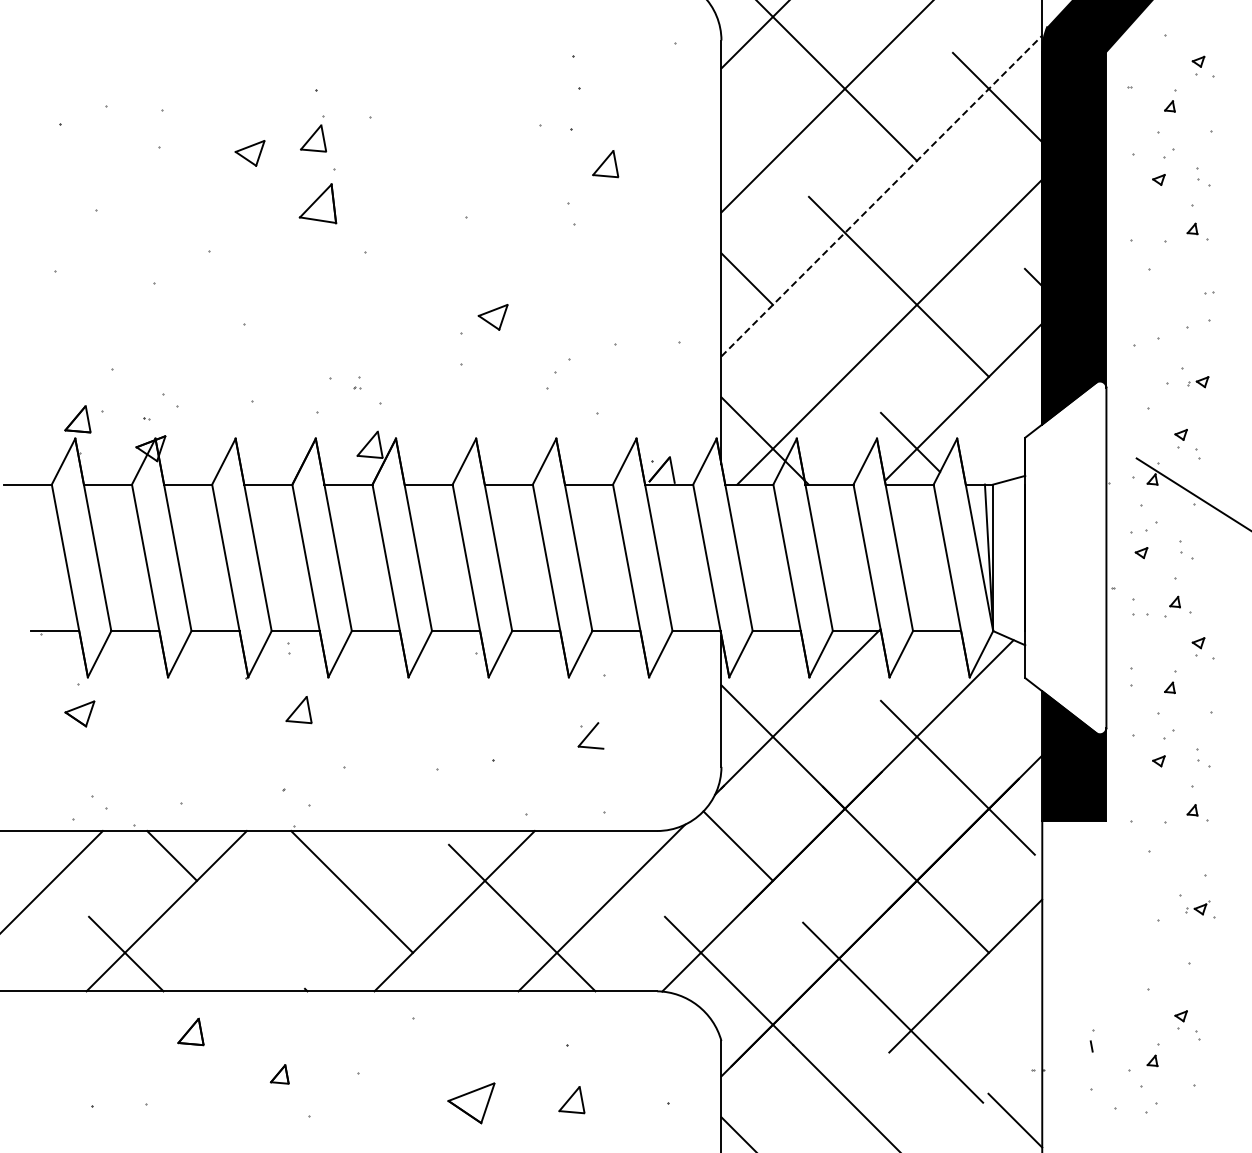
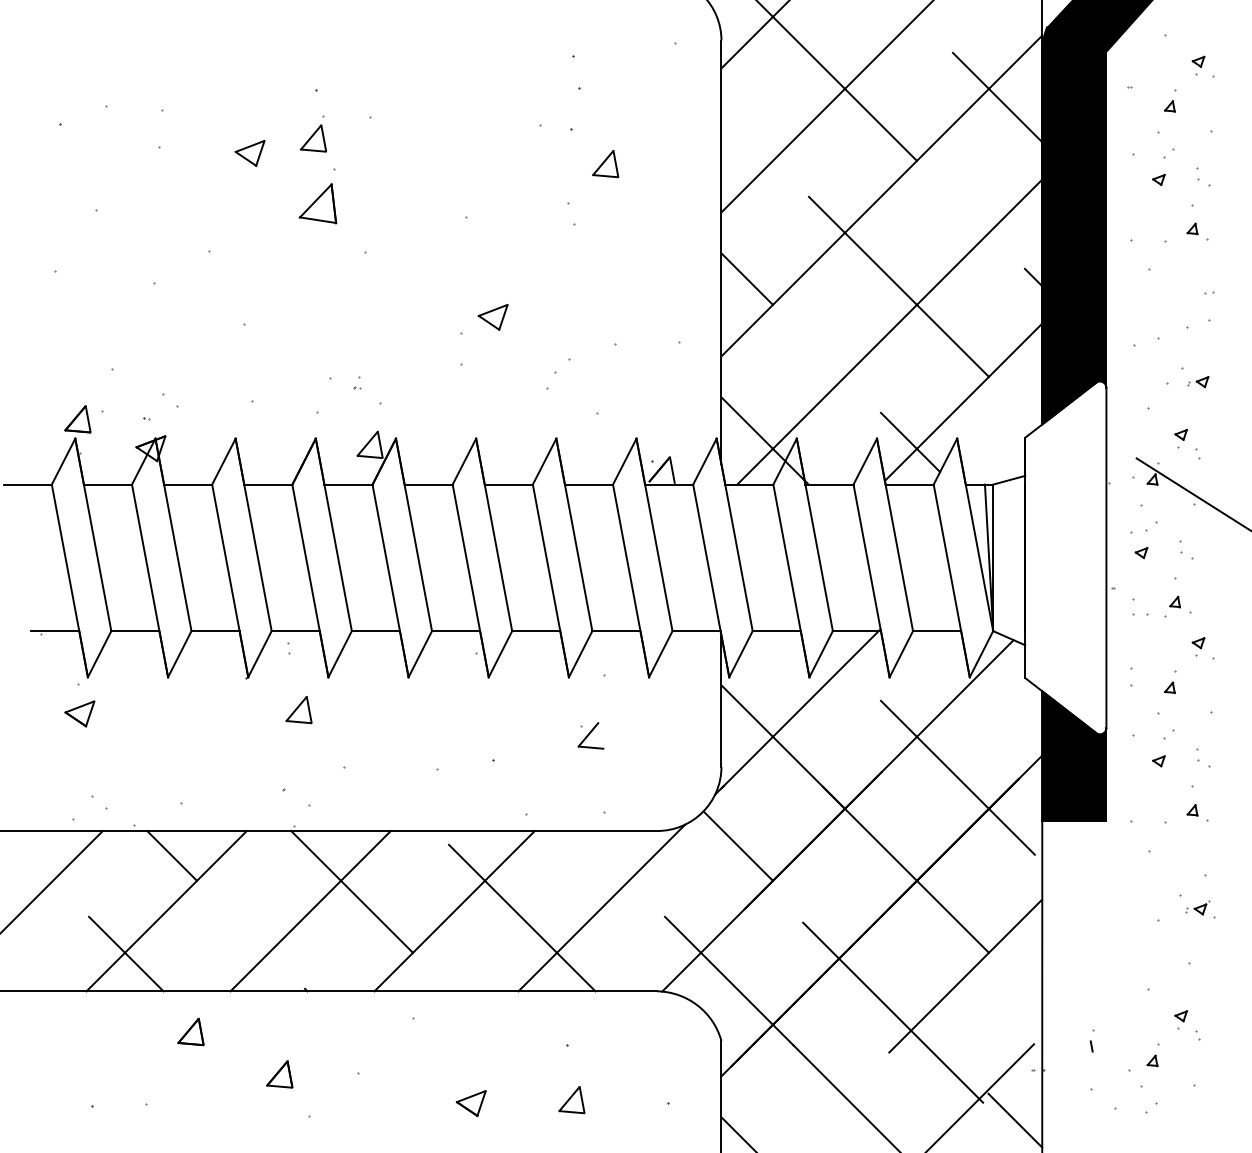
line at (881, 196): dashed -> solid
line at (310, 911): none -> present
part at (279, 1074) size: 21x21 px -> 28x29 px
line at (981, 1096): none -> present
part at (471, 1103) size: 49x43 px -> 32x28 px
